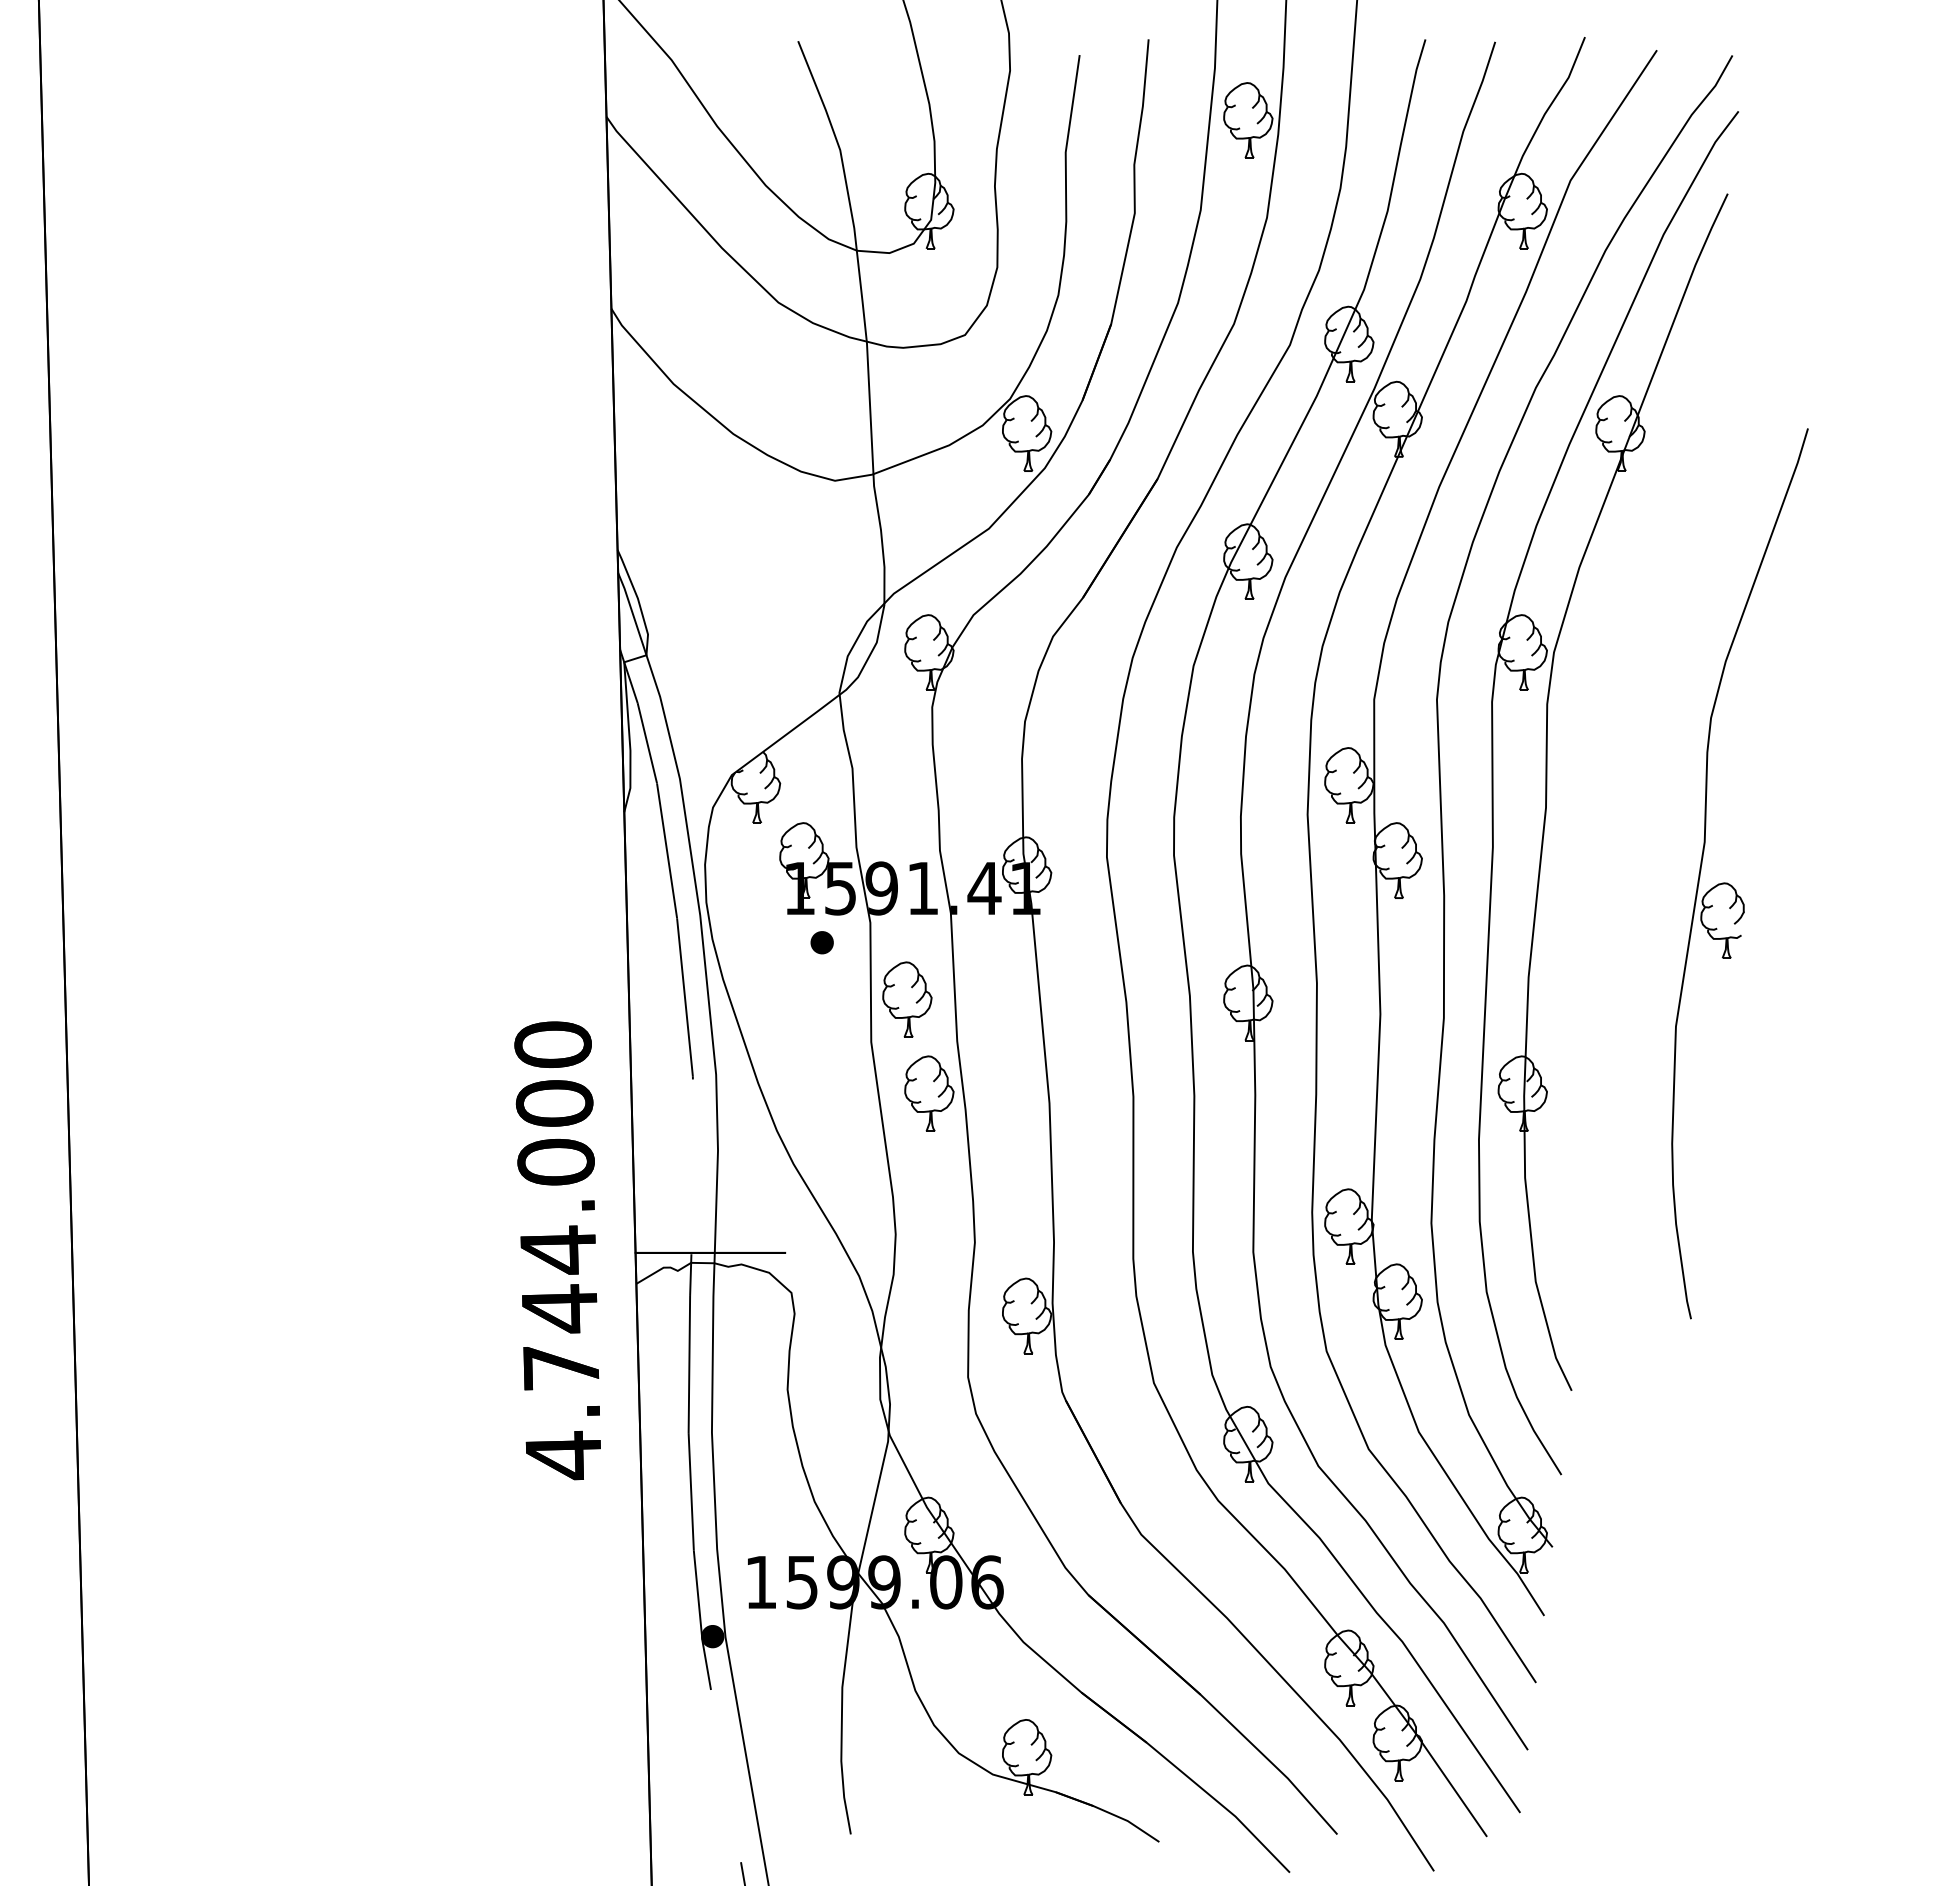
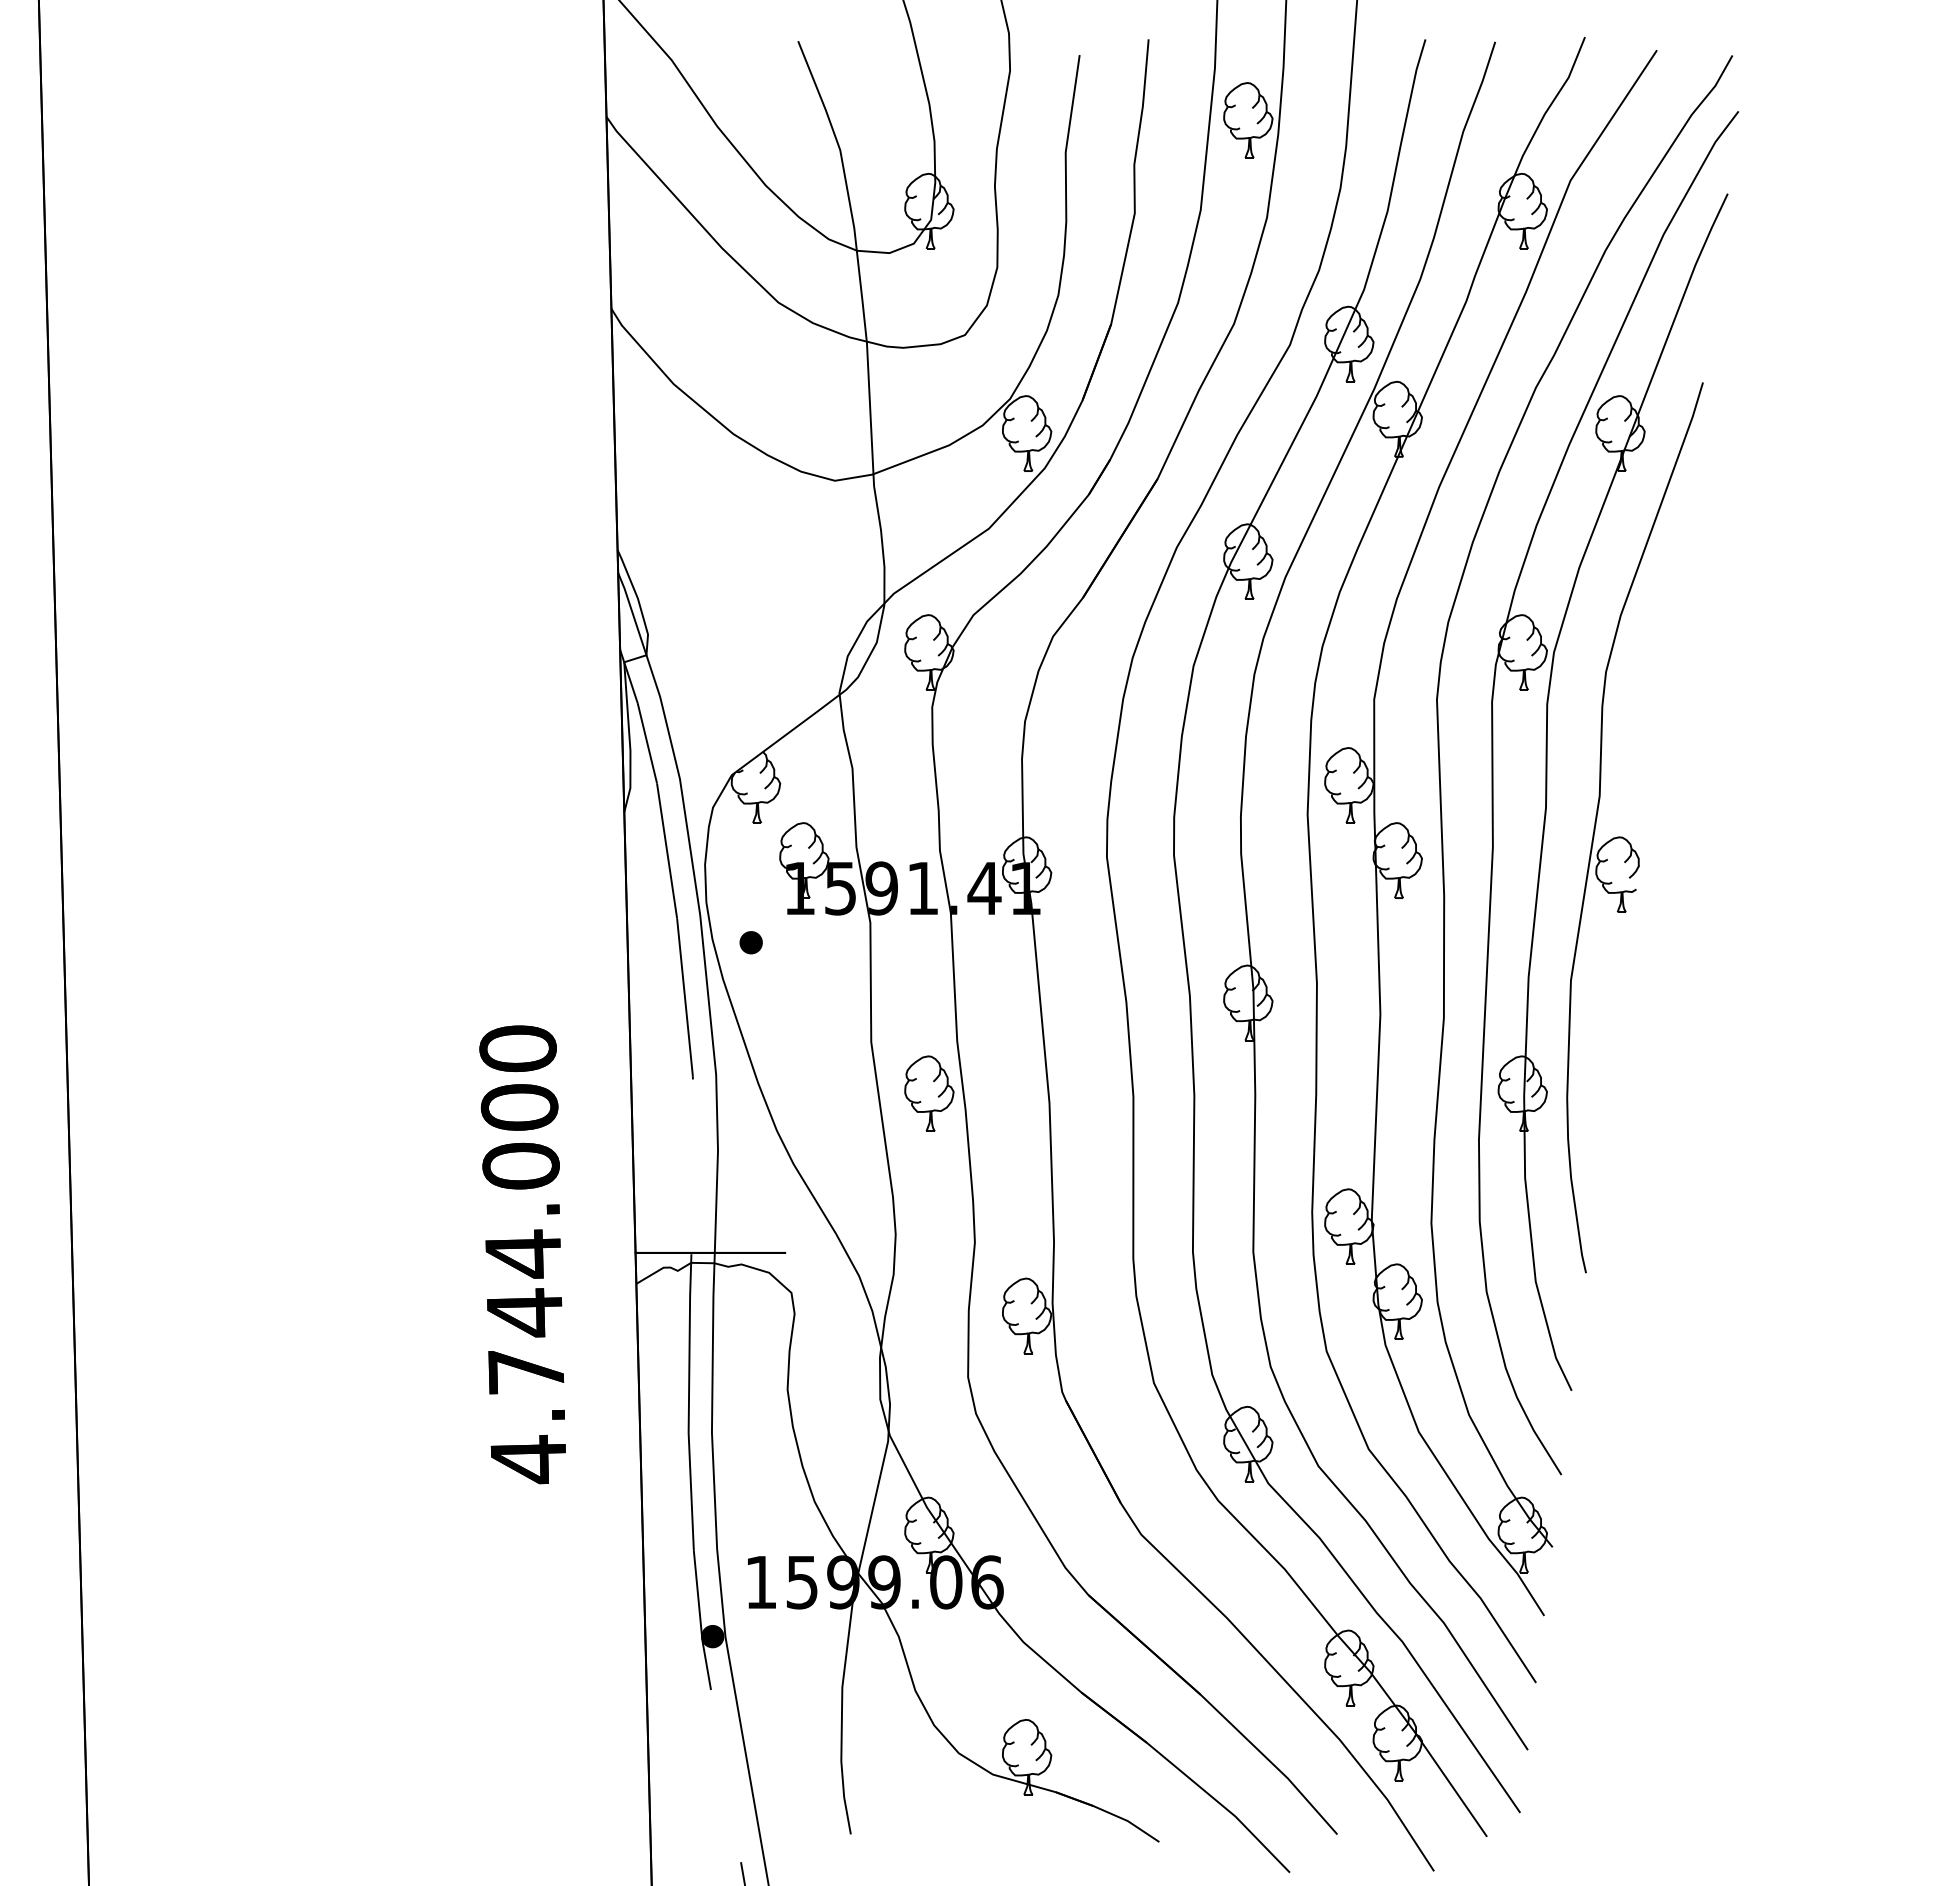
part at (1732, 885) position: (1732, 885) -> (1627, 839)
part at (821, 942) position: (821, 942) -> (750, 942)
part at (907, 999): present -> none
text at (557, 1250) position: (557, 1250) -> (522, 1254)
